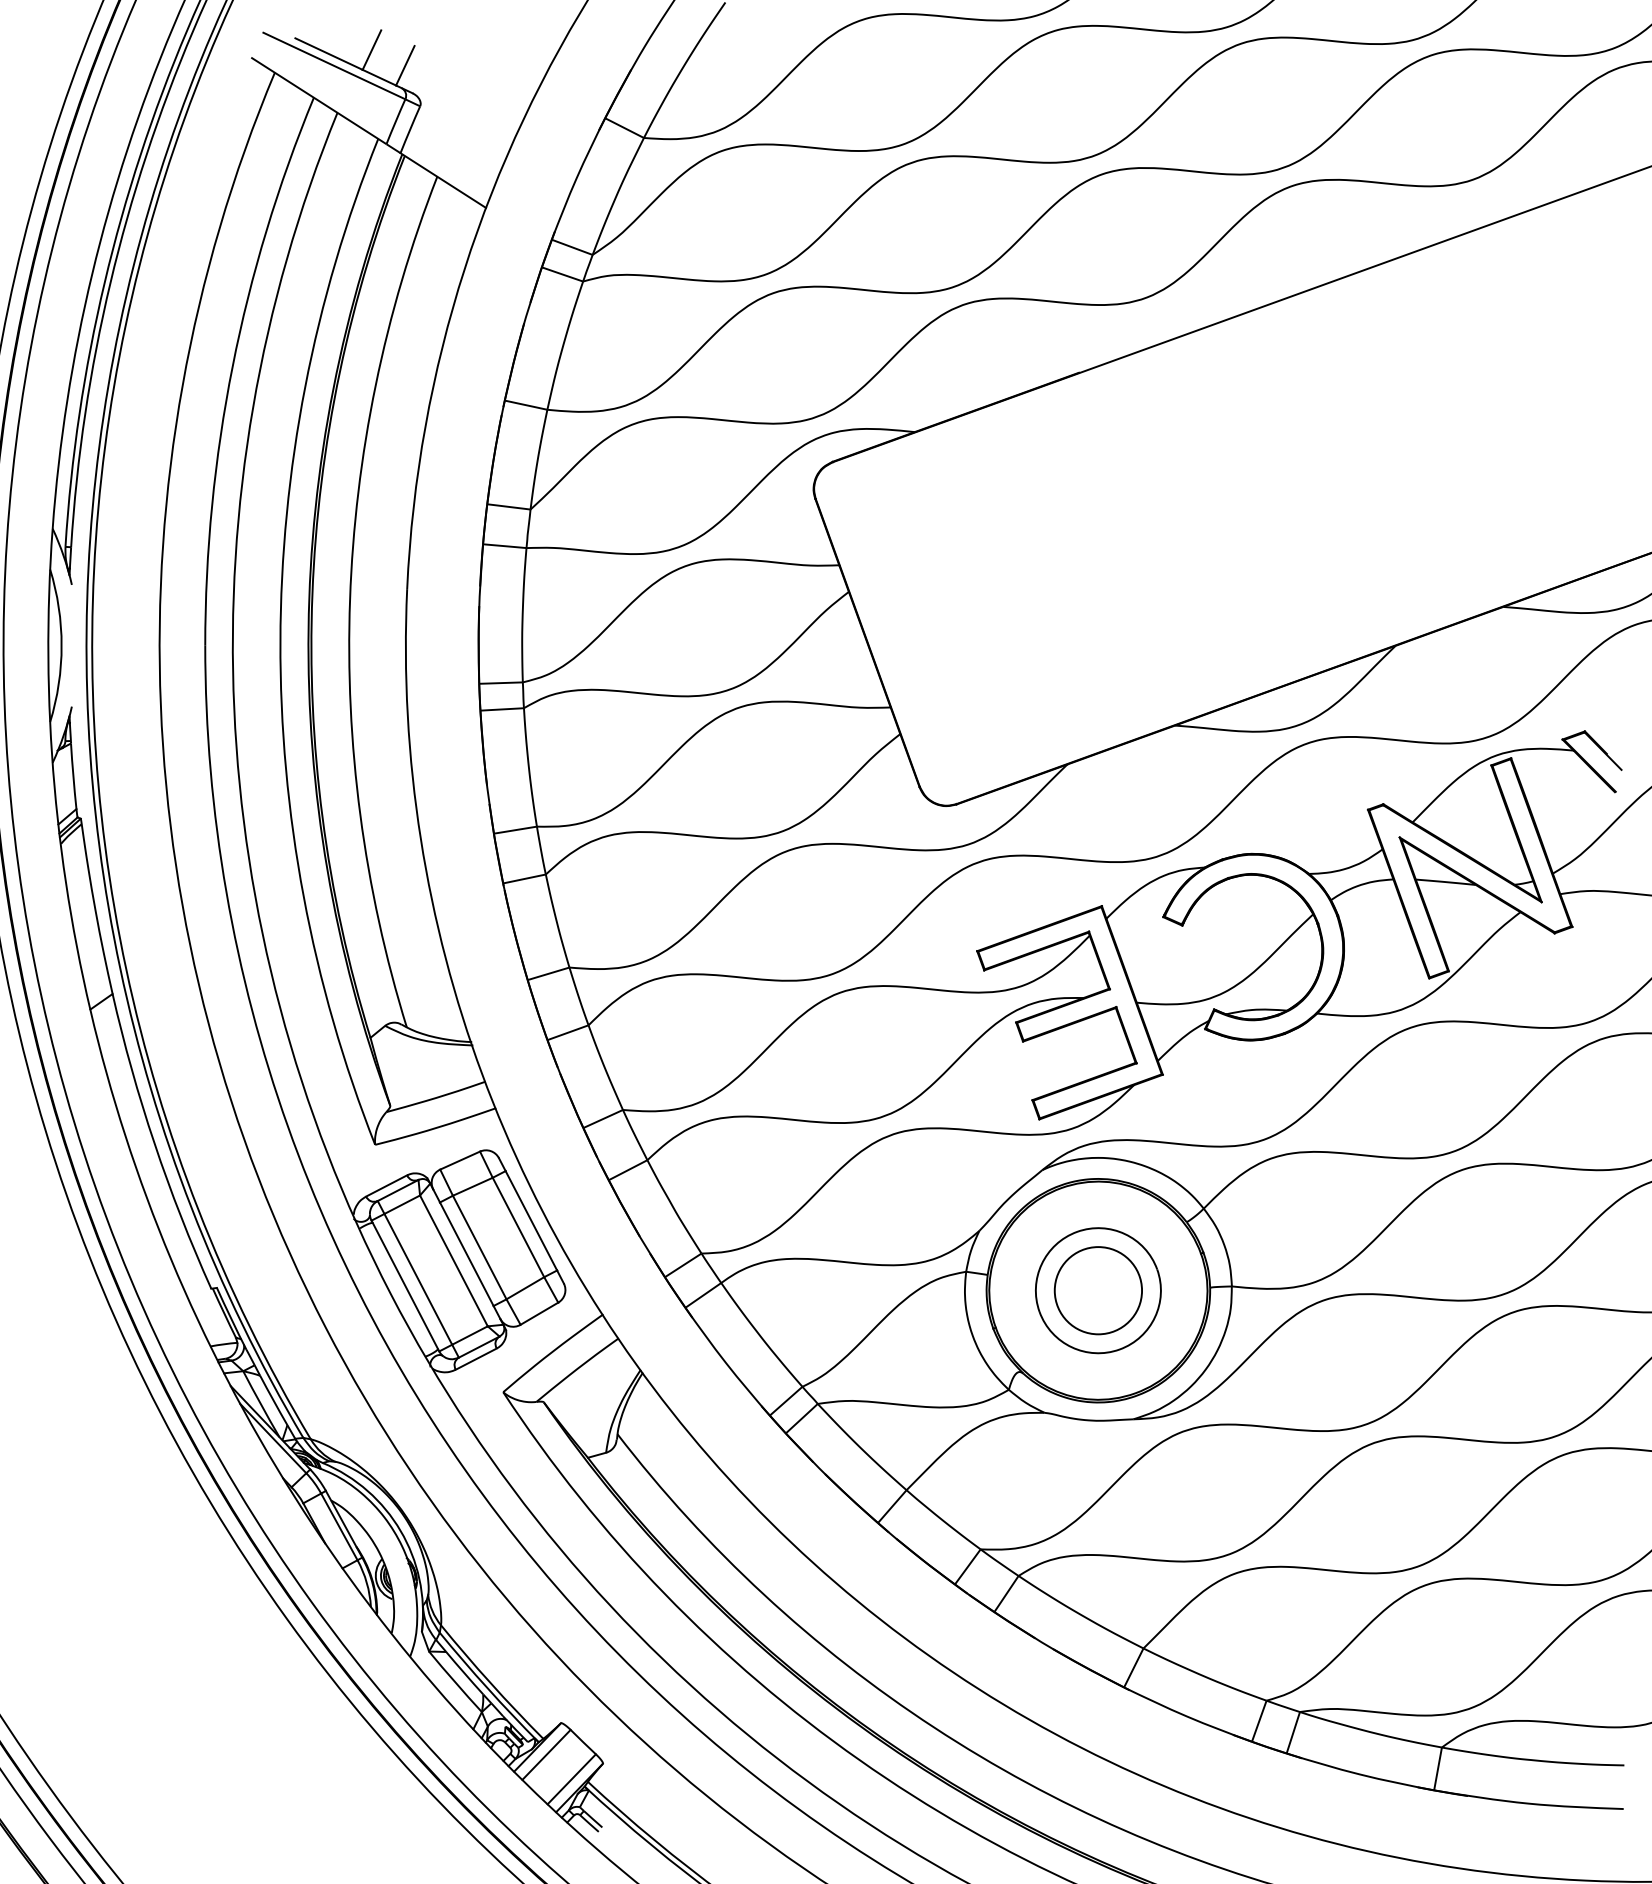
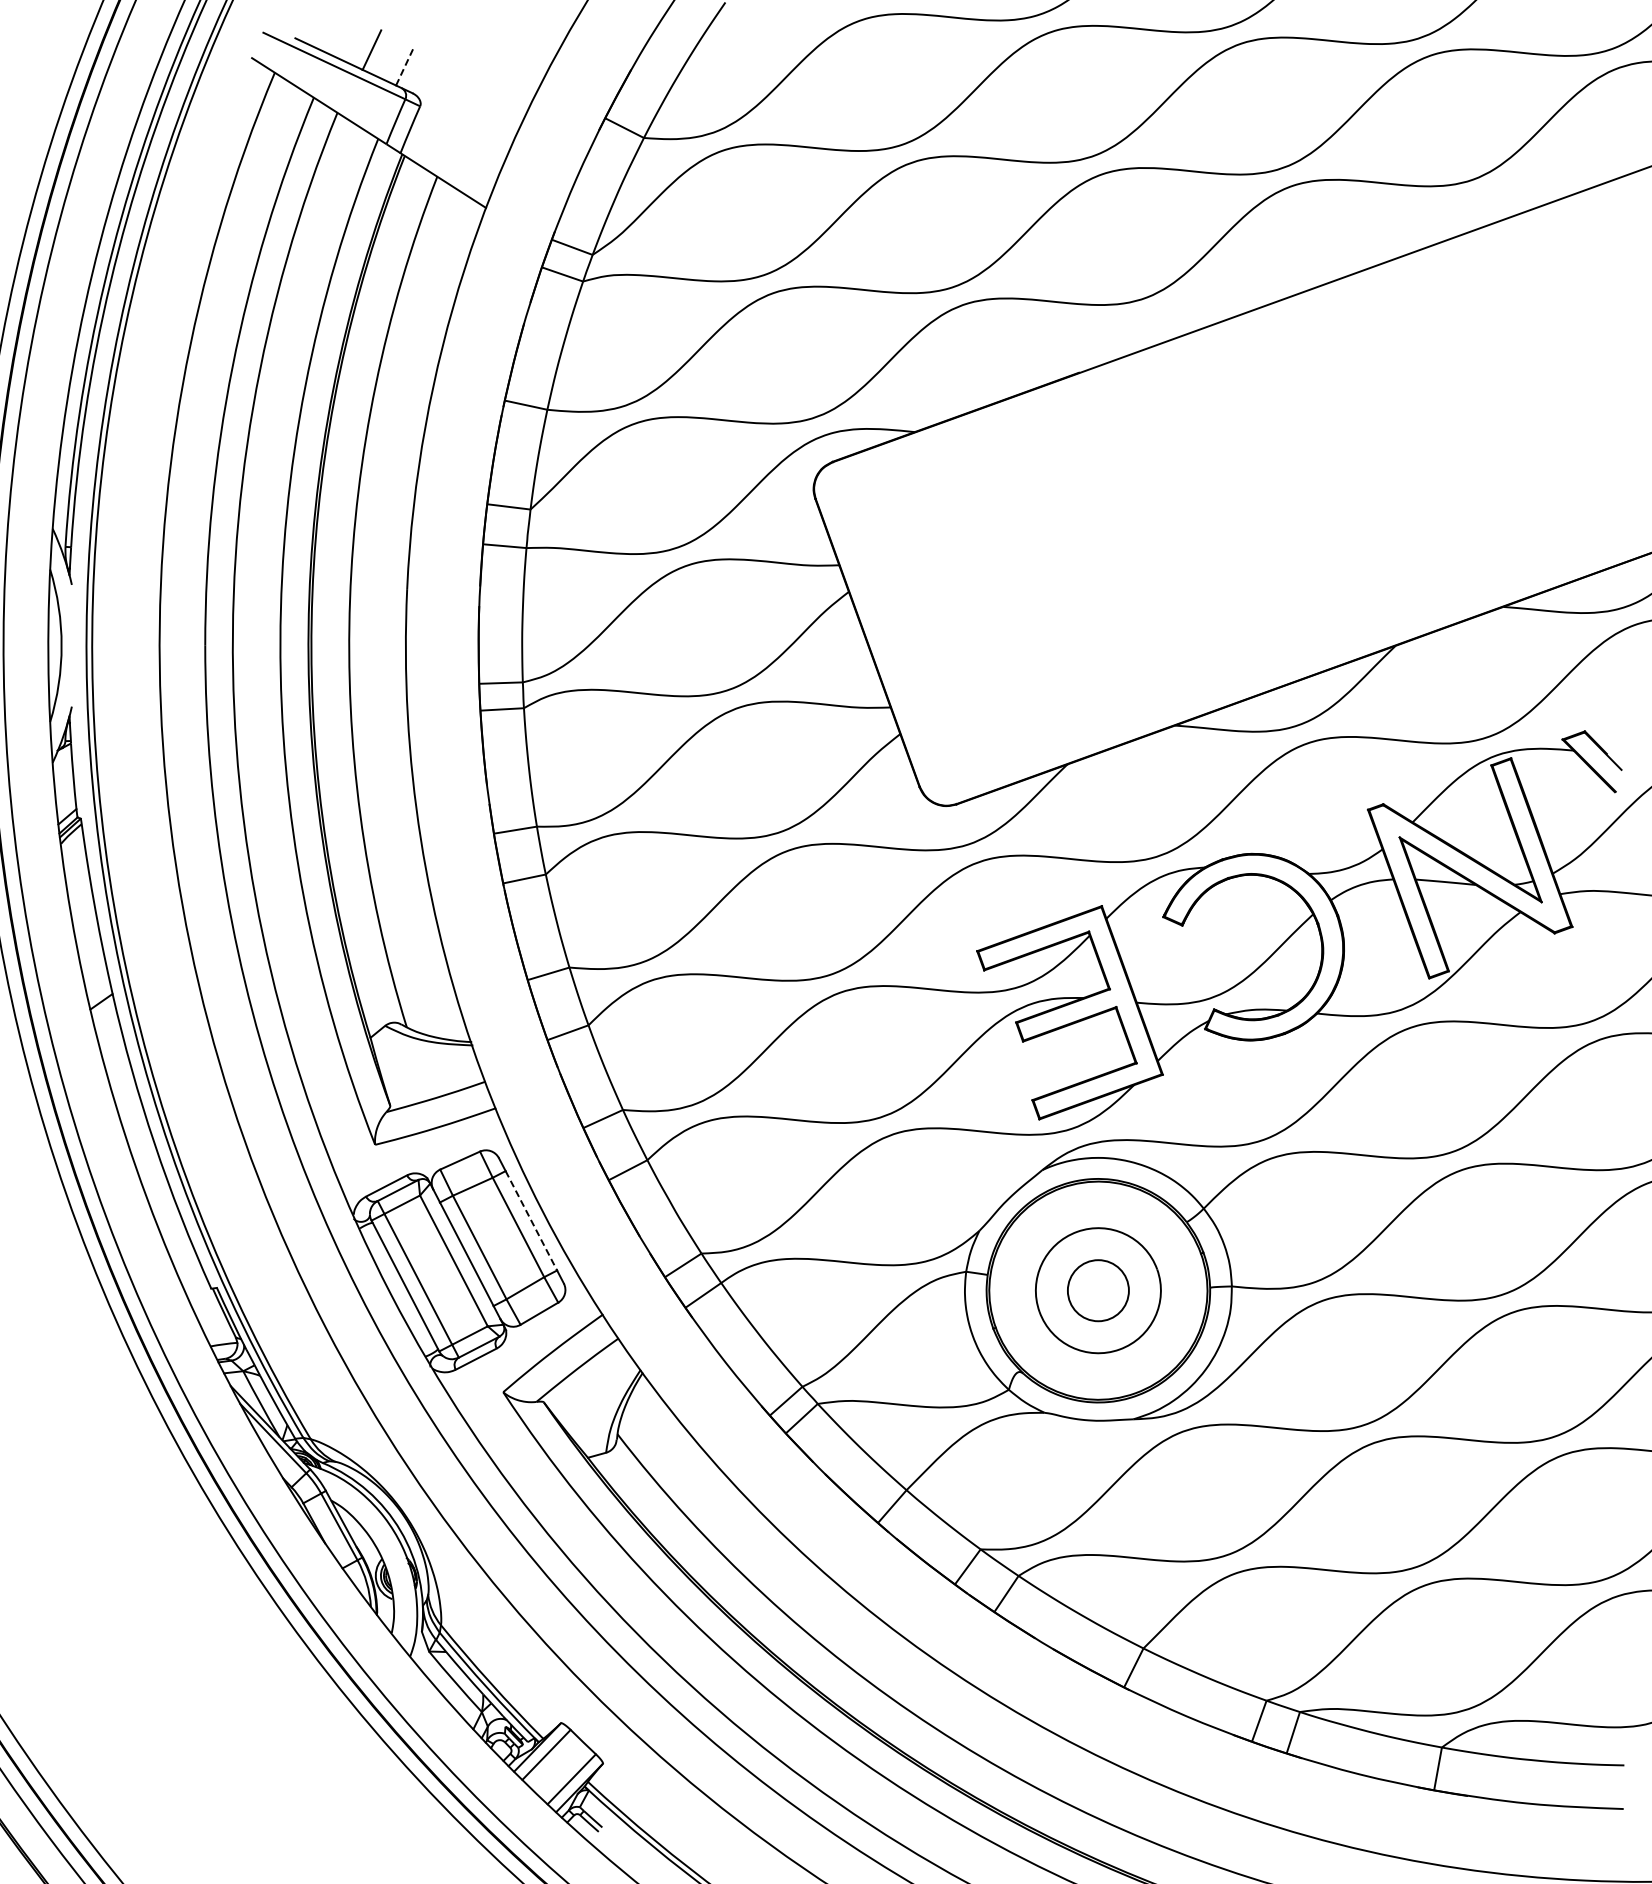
line at (405, 65): solid -> dashed
line at (531, 1220): solid -> dashed
circle at (1098, 1290) diameter: 87 px -> 61 px
